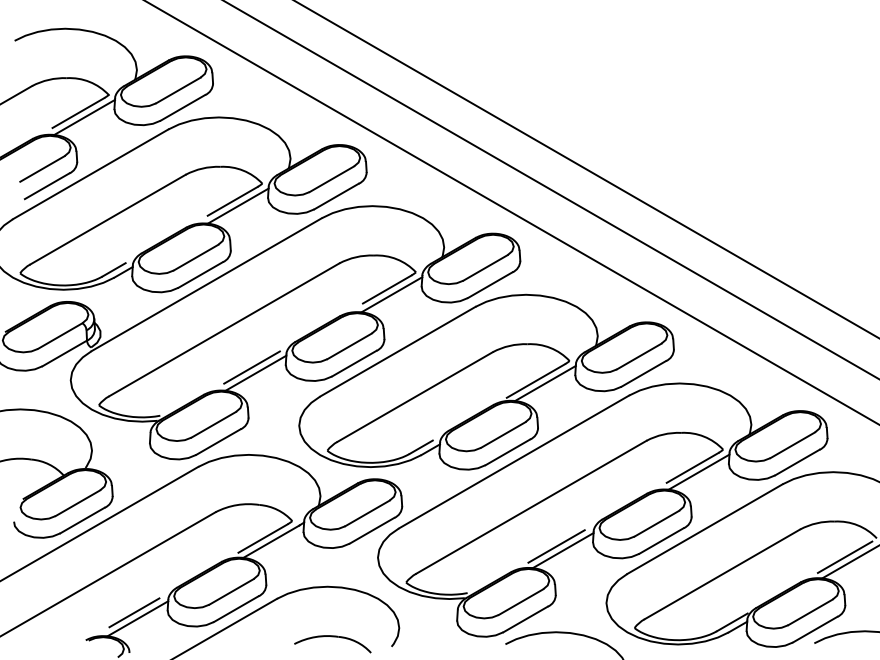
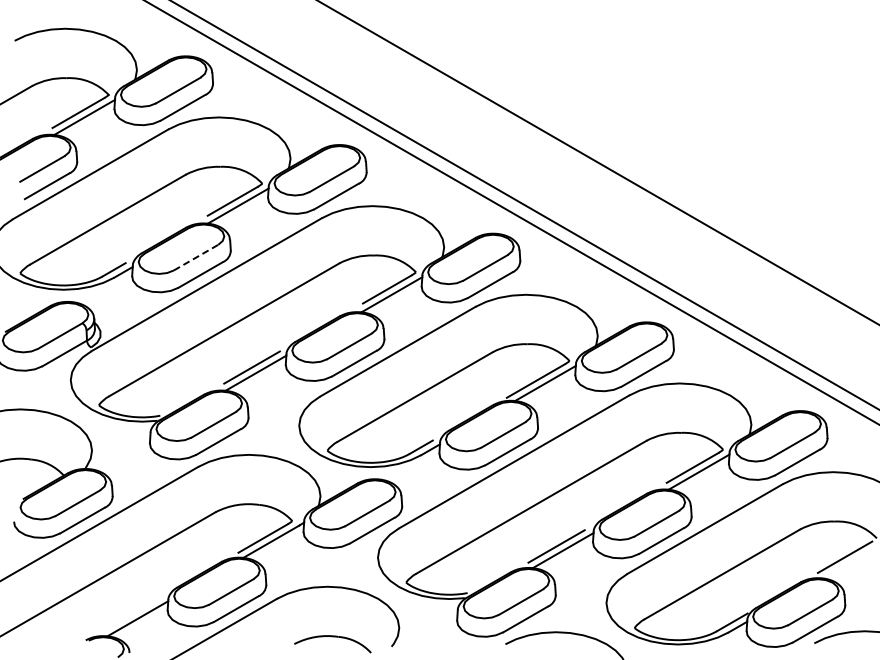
line at (586, 169) position: (586, 169) -> (598, 162)
line at (551, 189) position: (551, 189) -> (524, 205)
line at (196, 257): solid -> dashed
line at (849, 562): present -> none
line at (134, 612): present -> none
